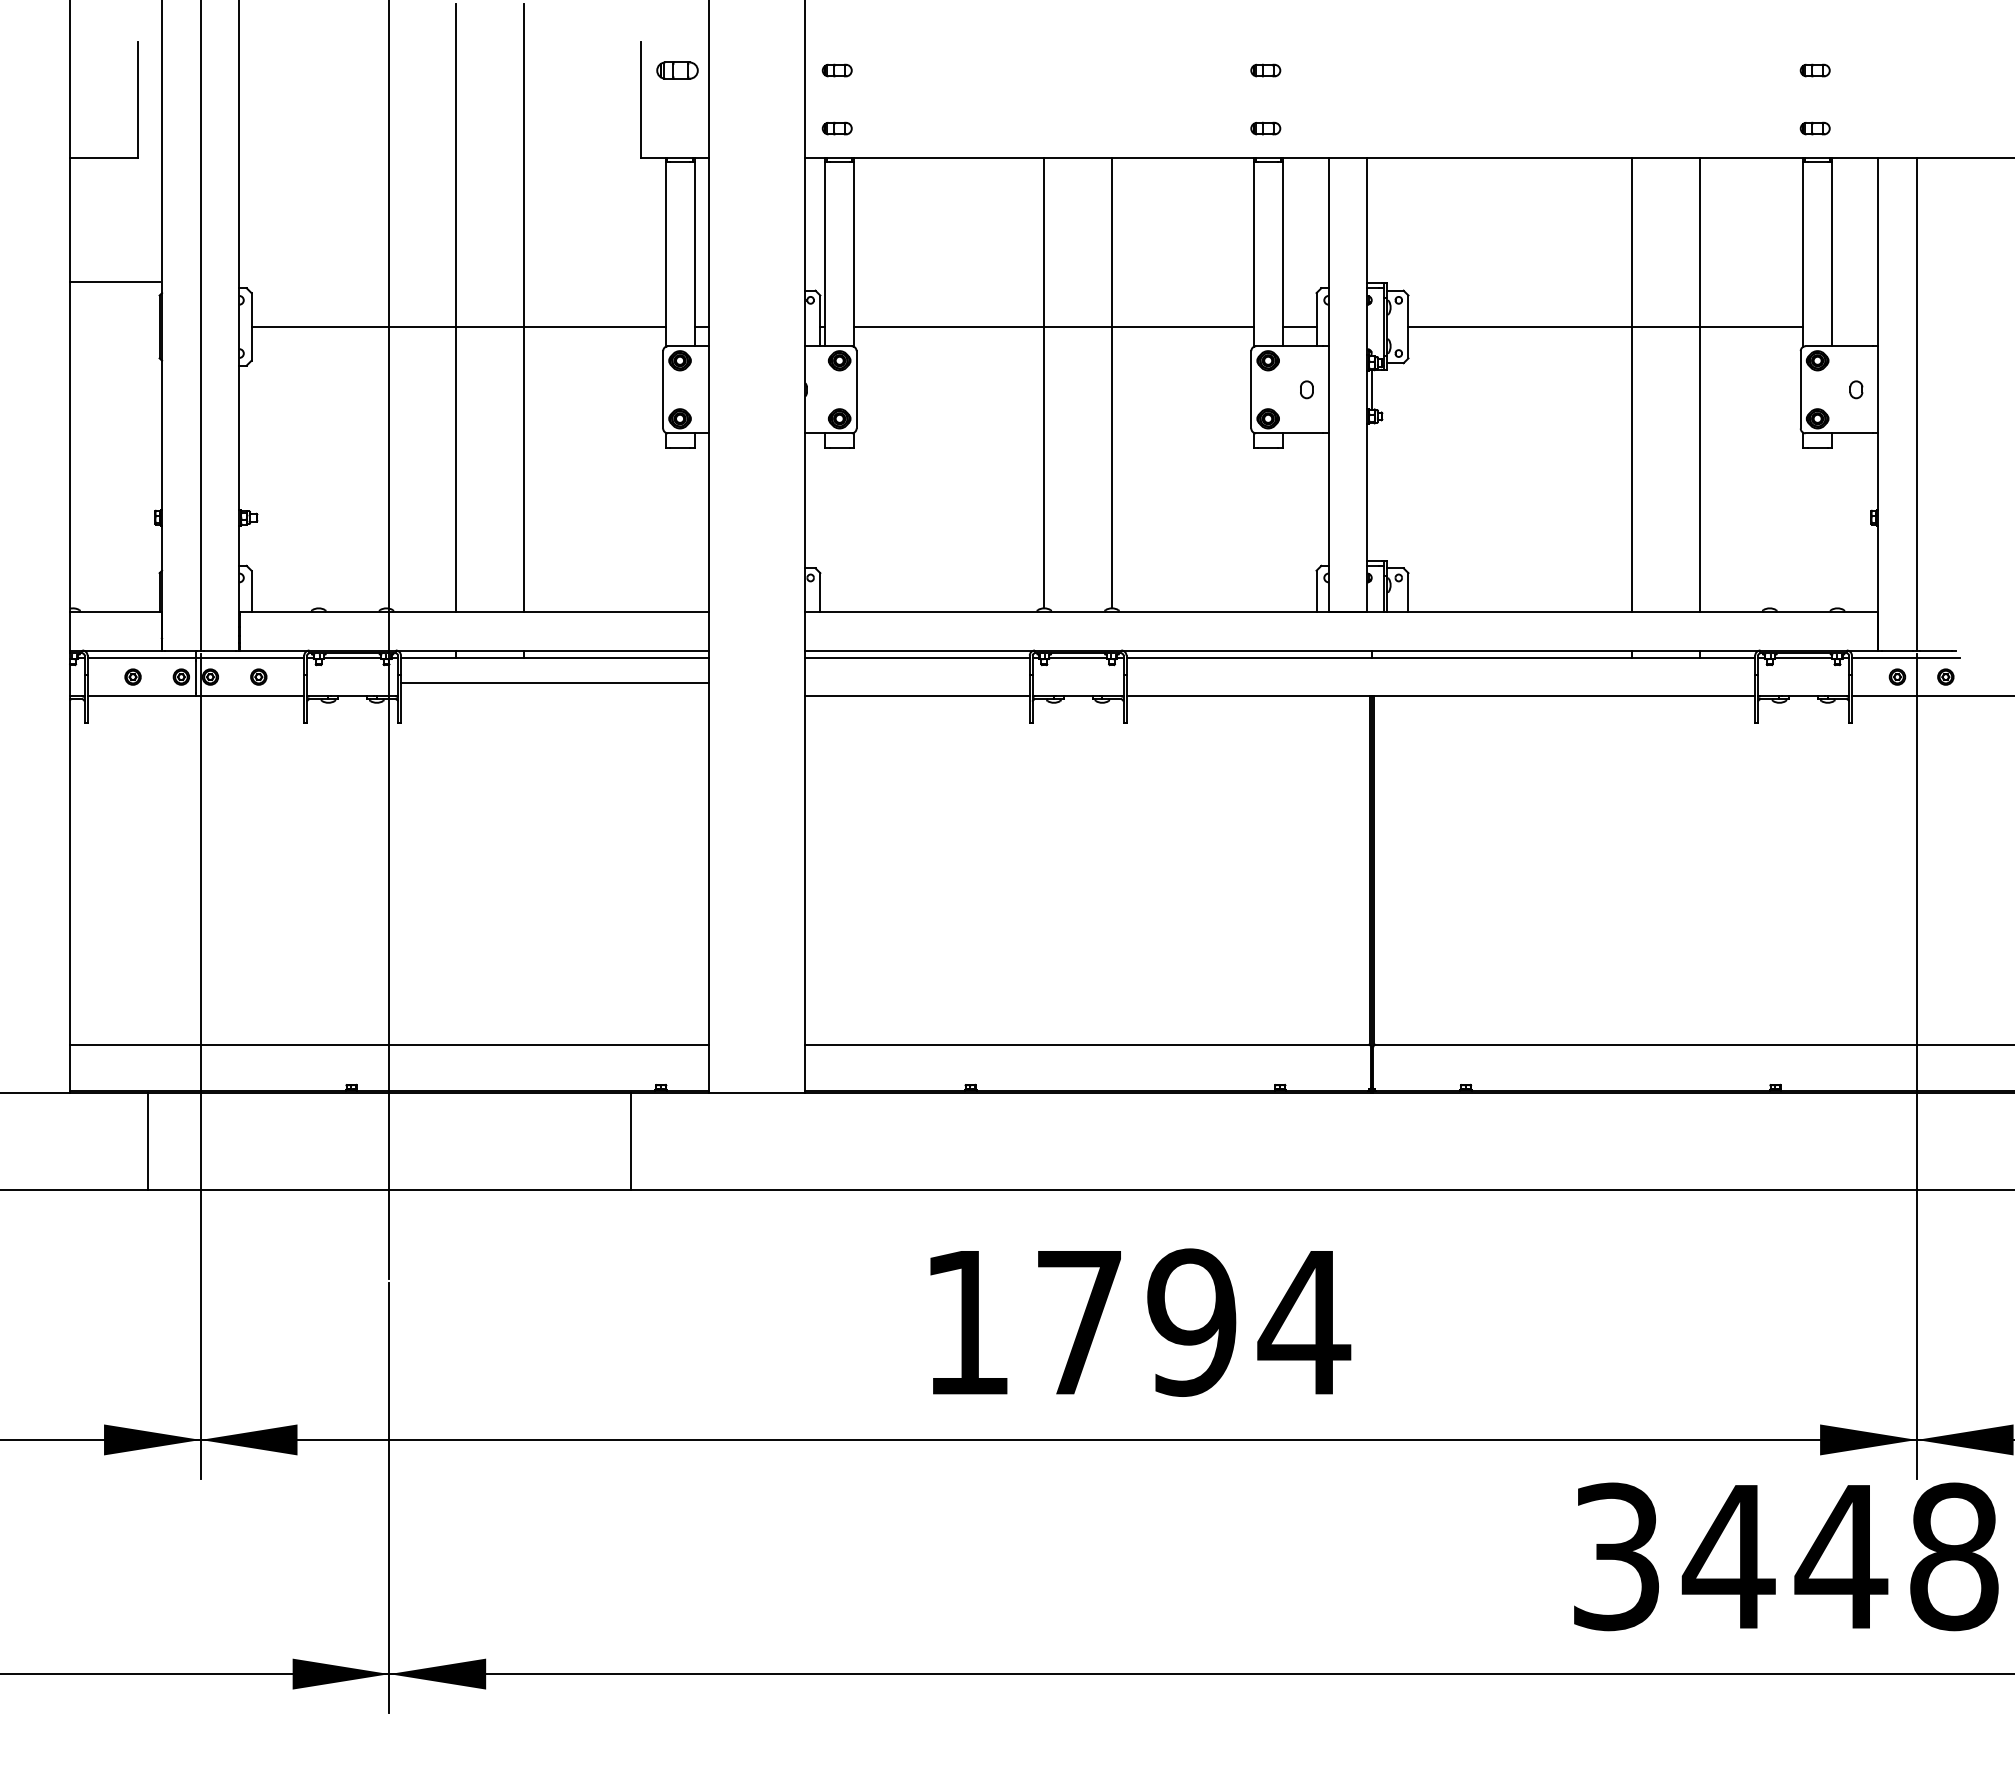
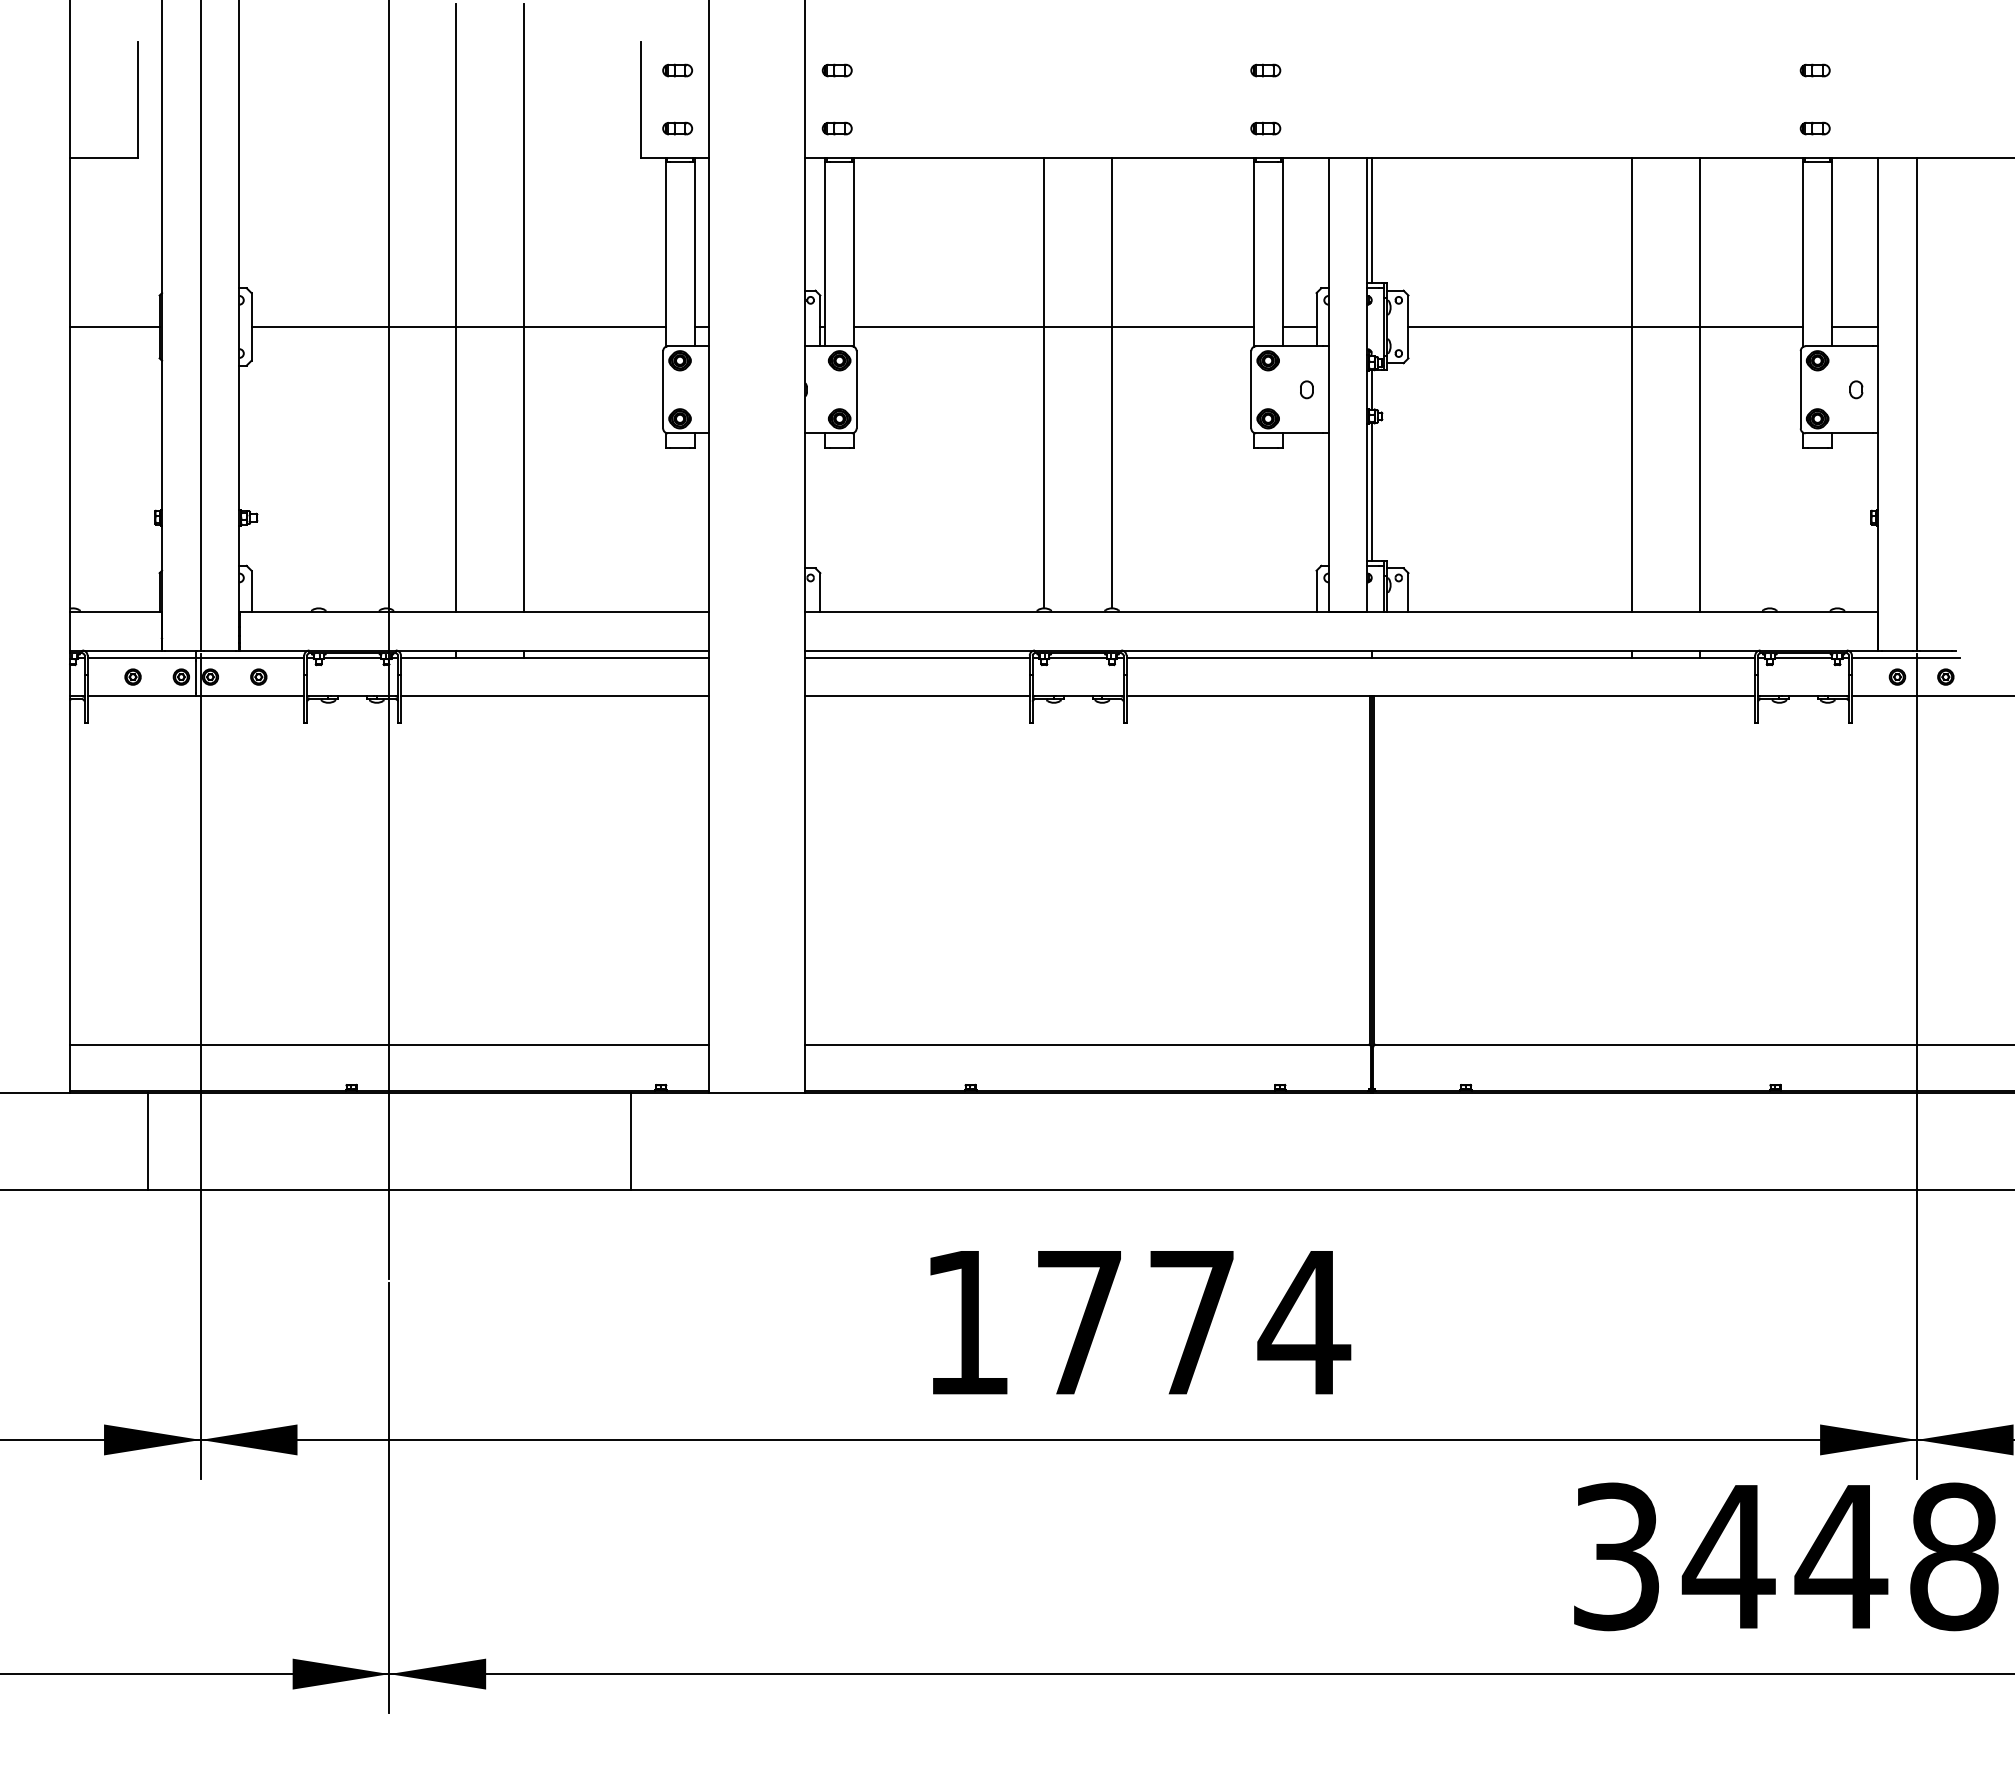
part at (677, 70) size: 43x19 px -> 32x15 px
part at (677, 128): none -> present
line at (1372, 220): none -> present
line at (114, 281) position: (114, 281) -> (114, 326)
line at (1855, 326): none -> present
line at (1372, 492): none -> present
line at (554, 683) position: (554, 683) -> (554, 696)
text at (1191, 1322): 1794 -> 1774
